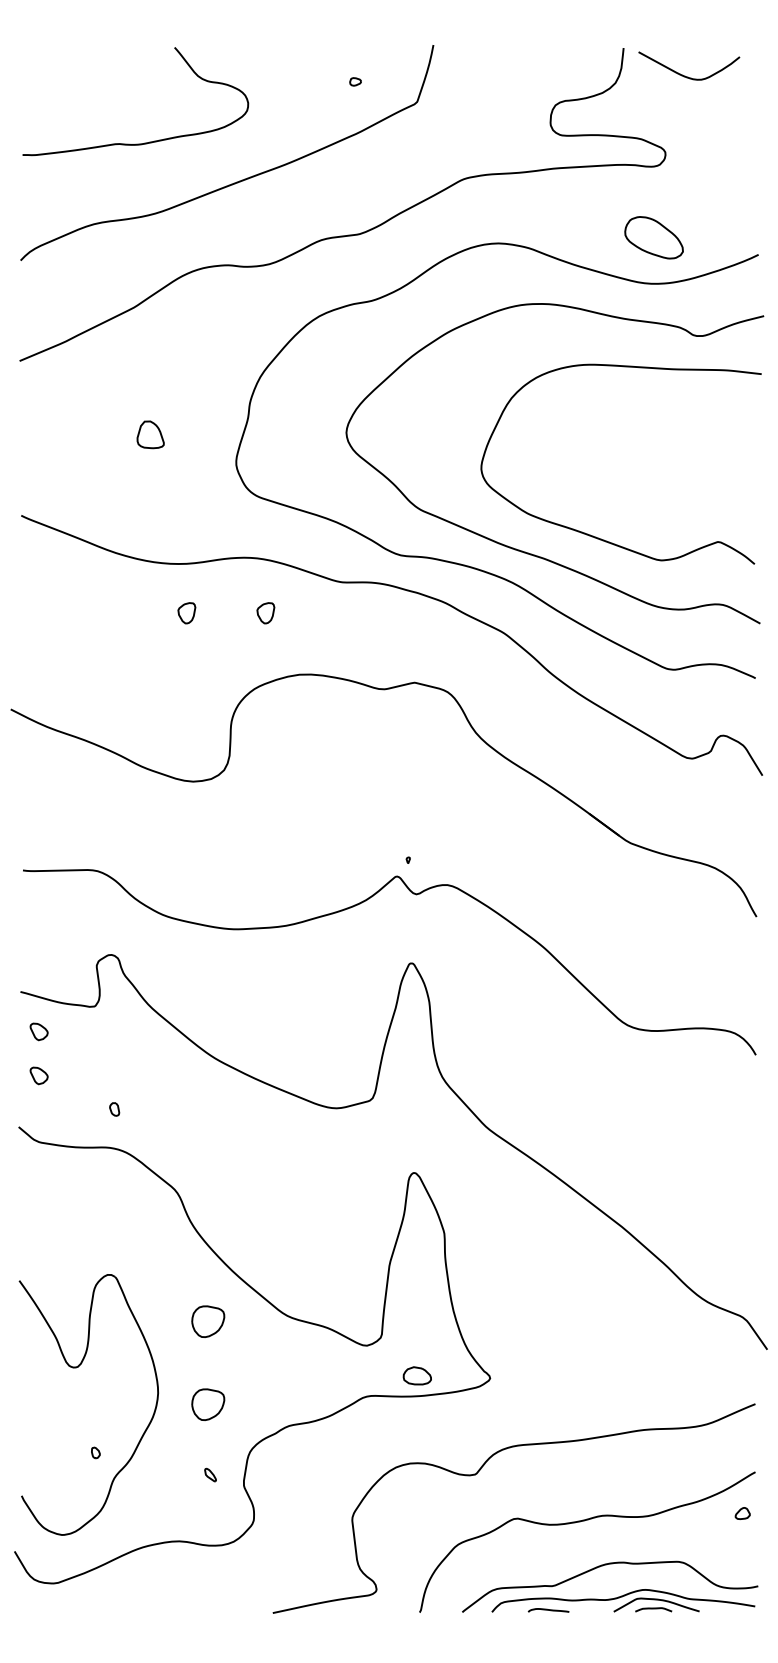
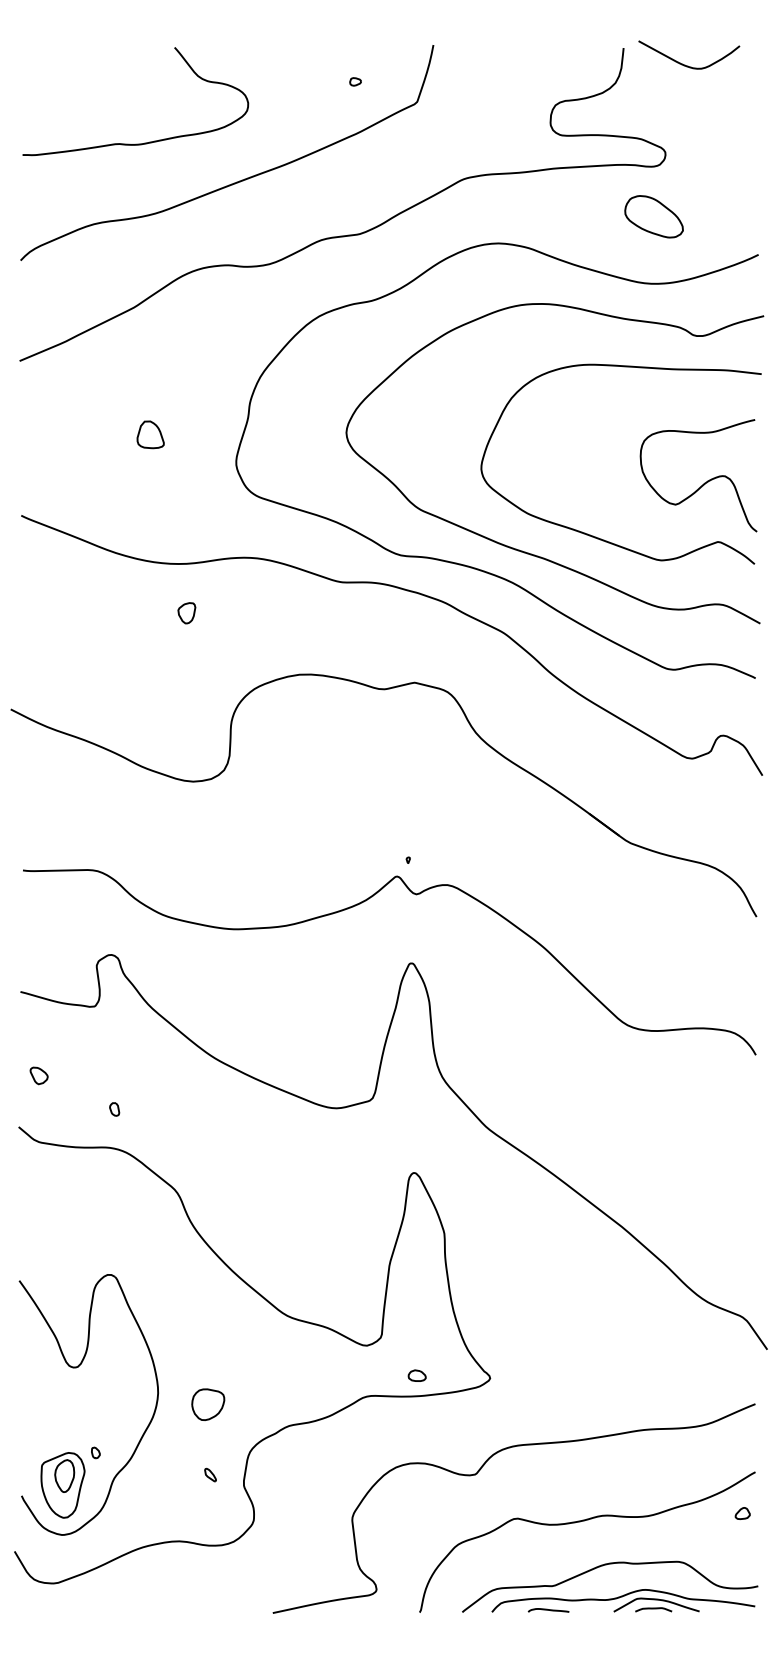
curve at (685, 75) position: (685, 75) -> (685, 64)
part at (653, 237) position: (653, 237) -> (653, 216)
curve at (704, 482): none -> present
part at (265, 613): present -> none
part at (38, 1031): present -> none
part at (208, 1321): present -> none
part at (416, 1375) size: 30x20 px -> 20x13 px
part at (62, 1485): none -> present
